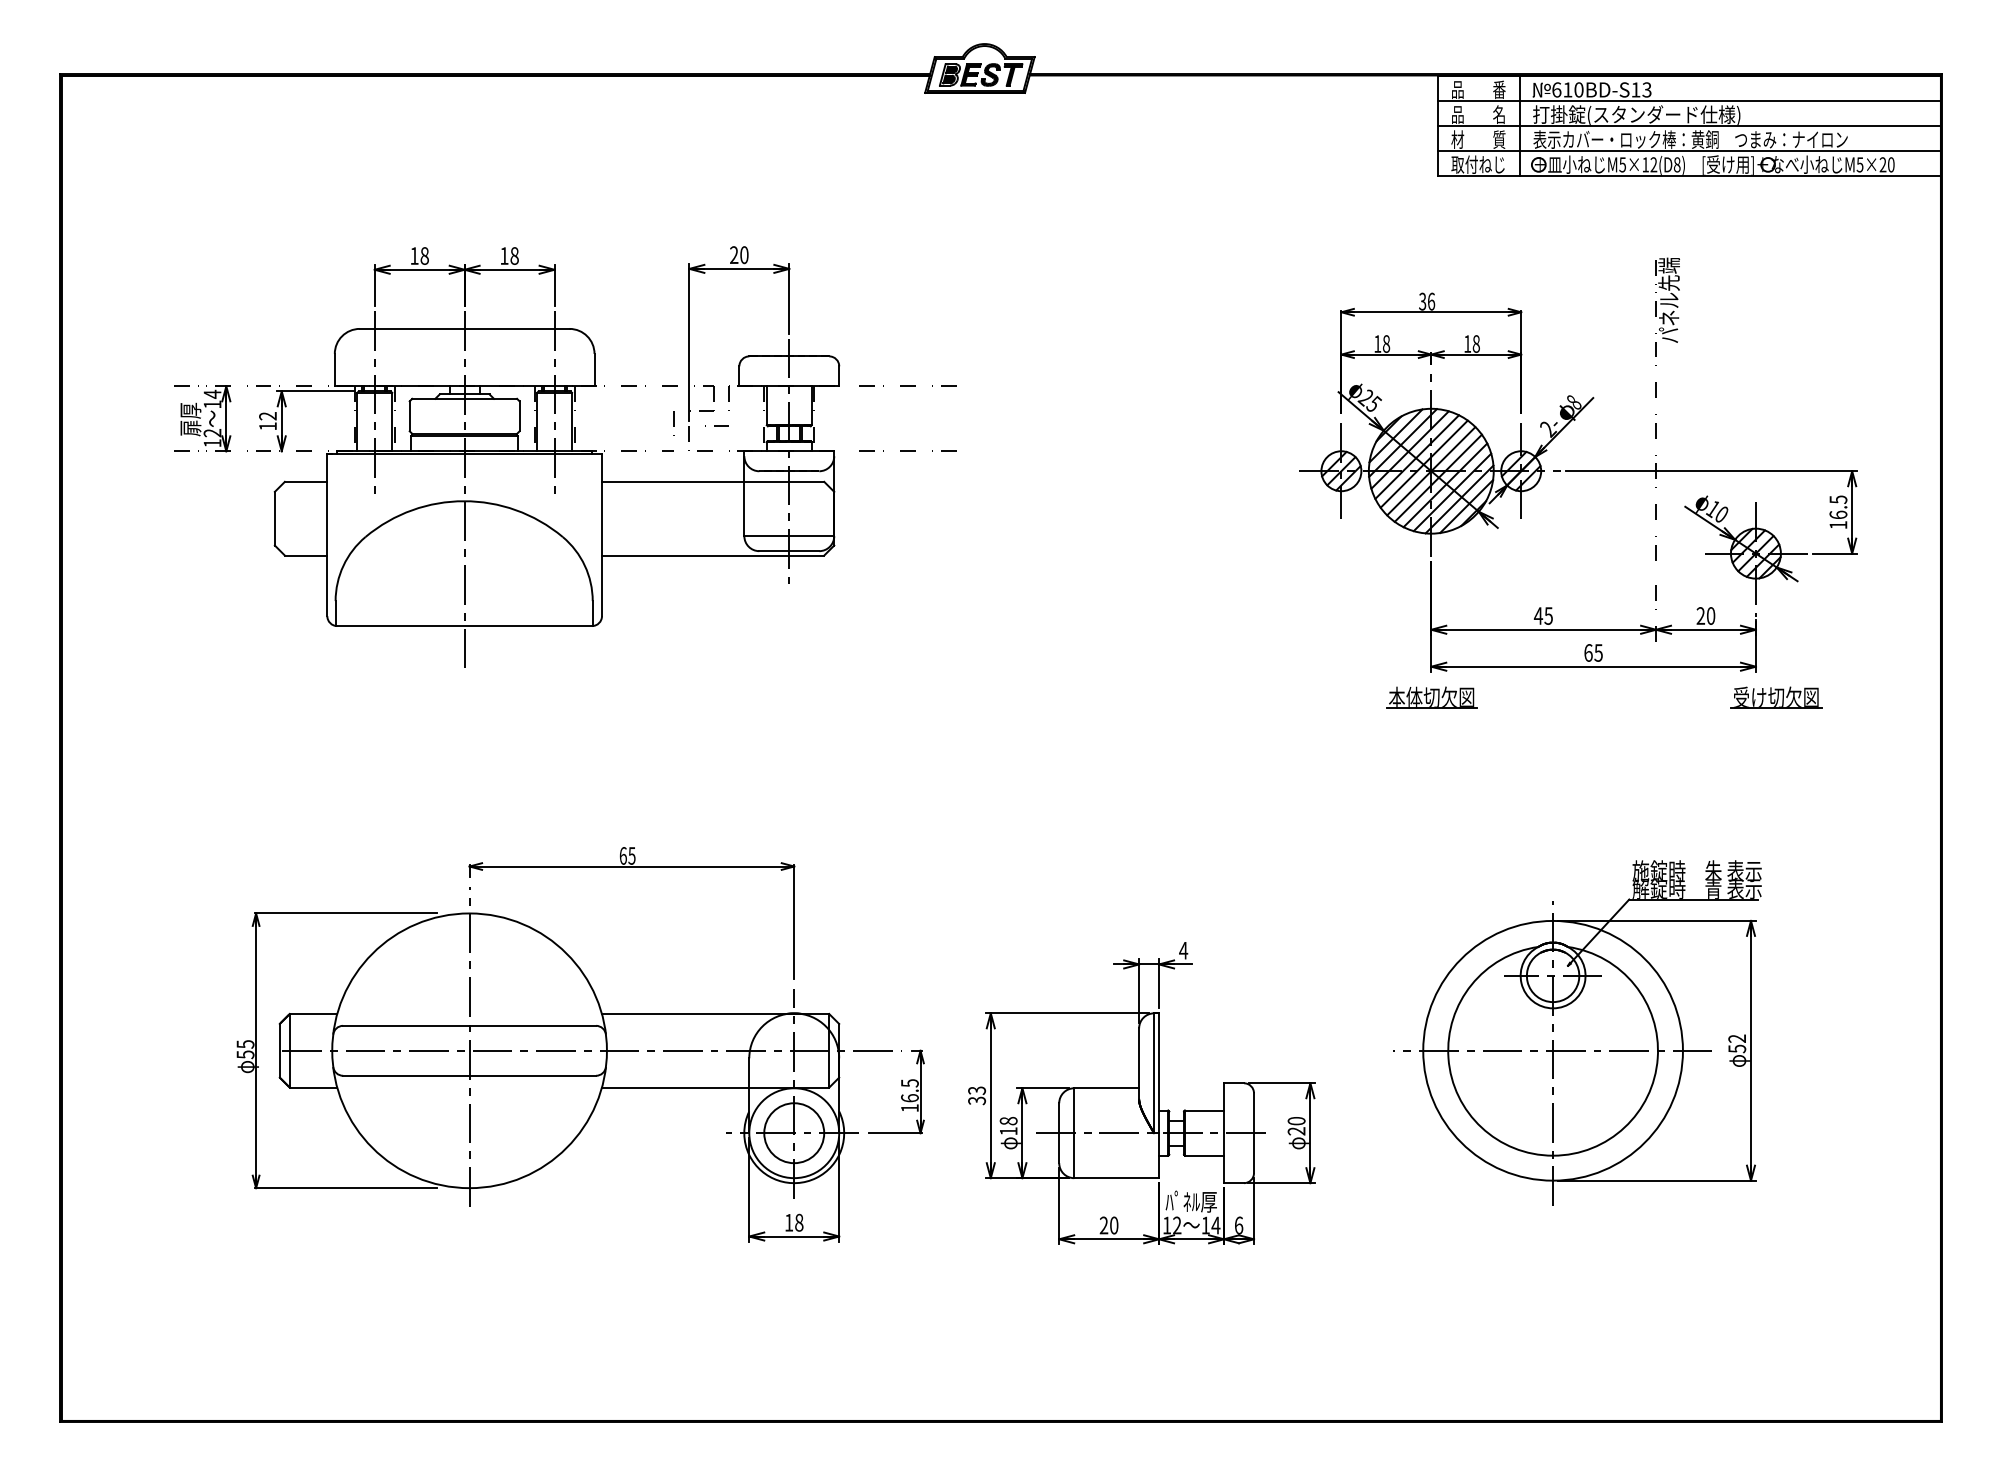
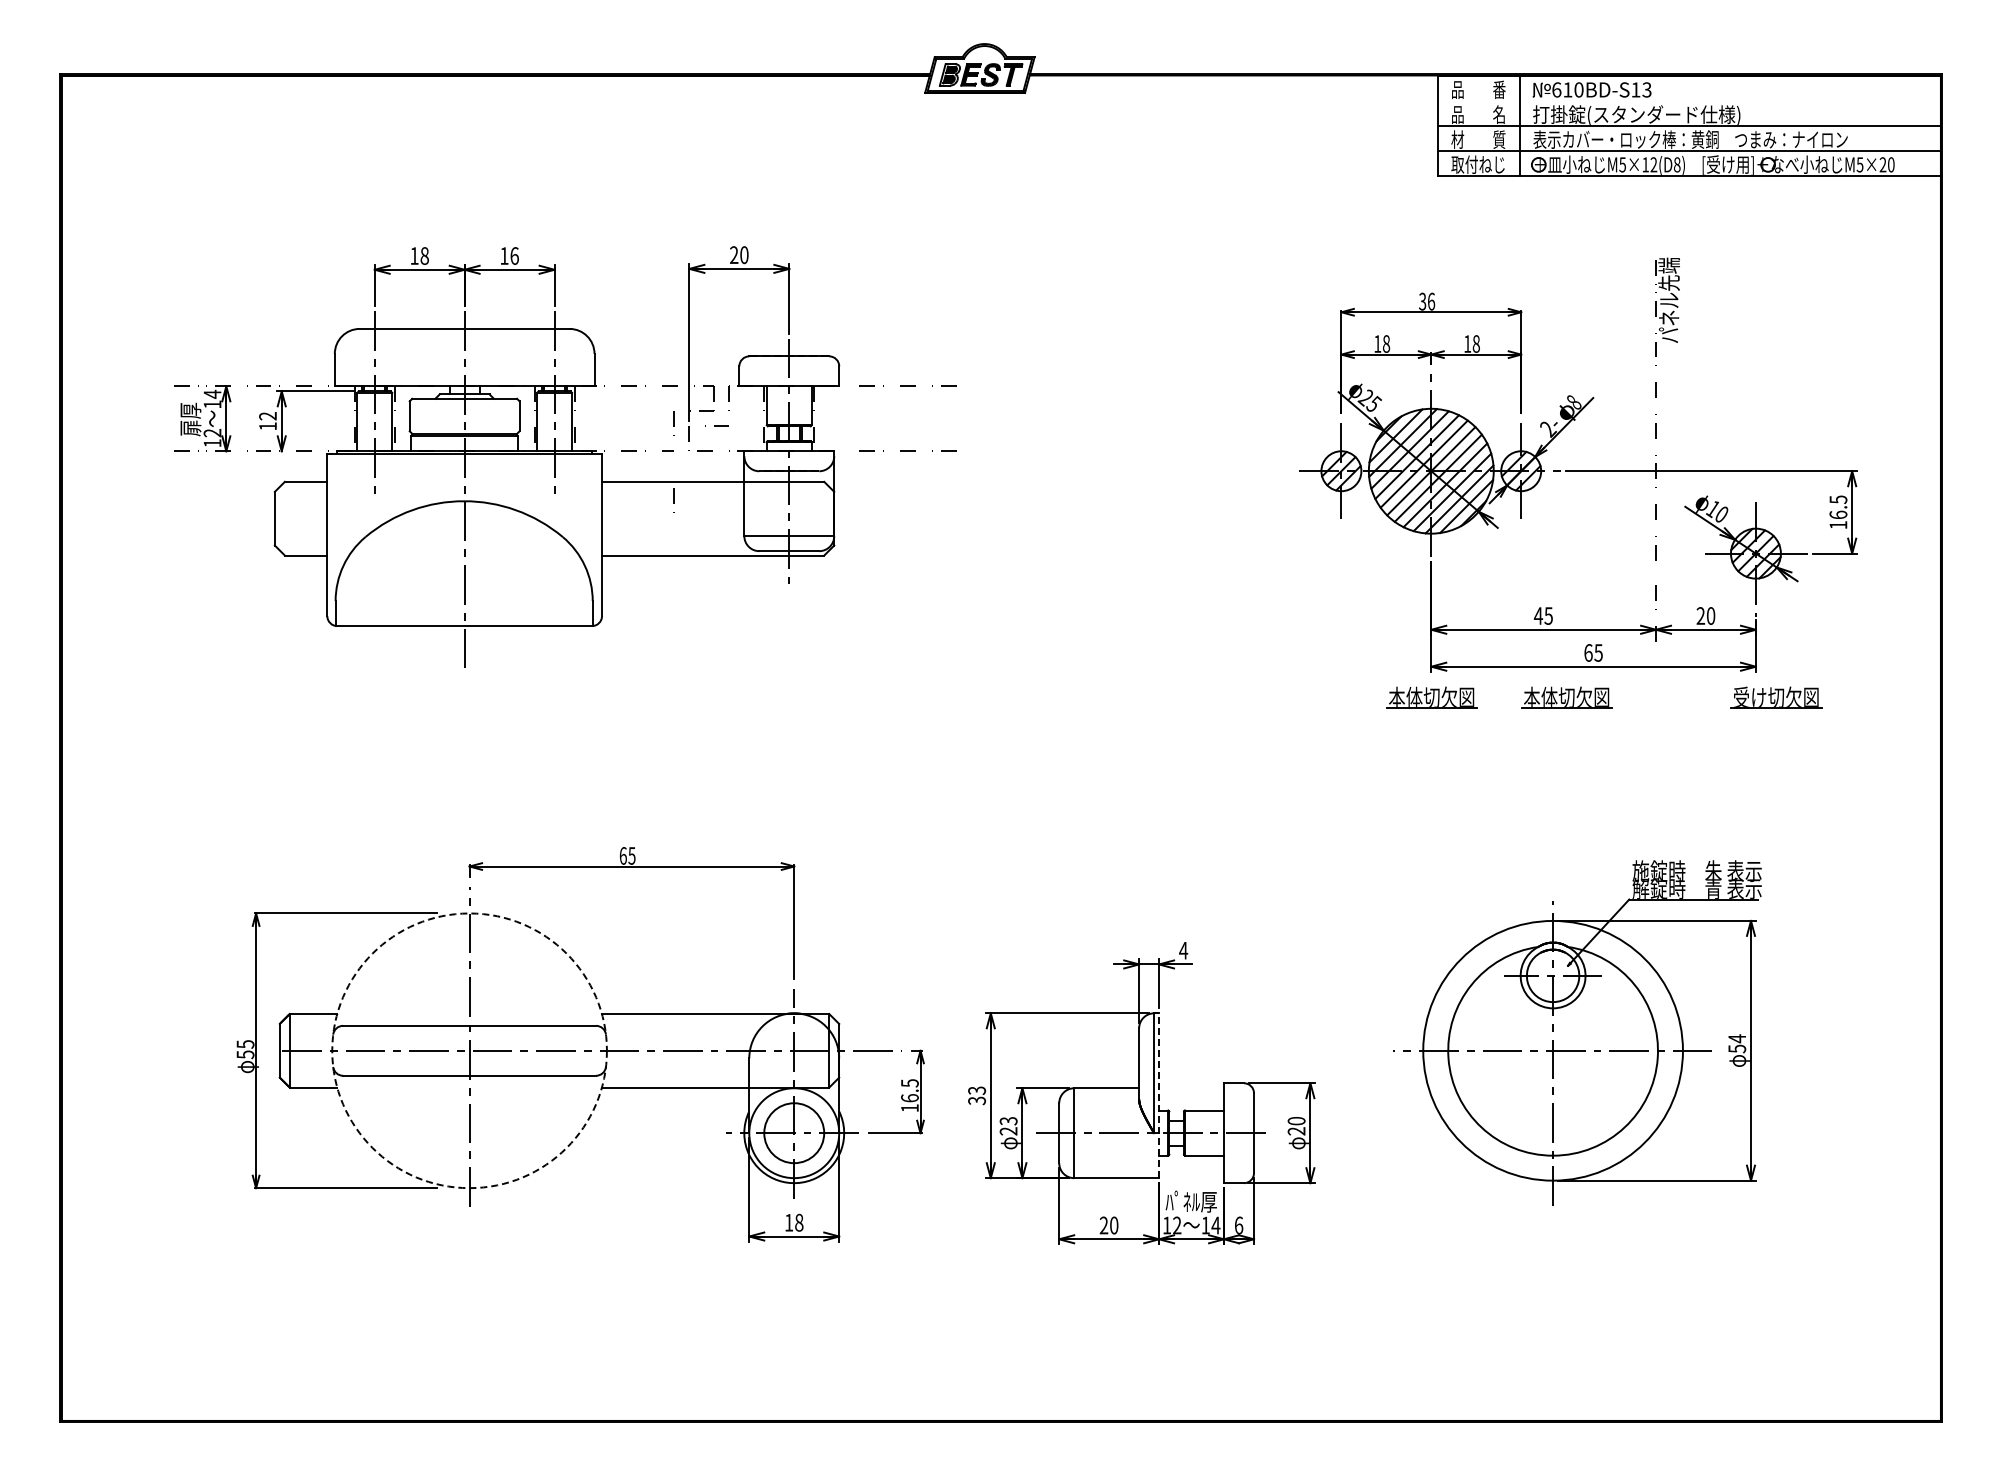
line at (1688, 101): present -> none
text at (514, 255): 18 -> 16
line at (673, 500): none -> present
part at (1566, 697): none -> present
text at (1736, 1038): 52 -> 54
circle at (469, 1050): solid -> dashed
line at (1159, 1095): solid -> dashed
text at (1008, 1125): 18 -> 23
